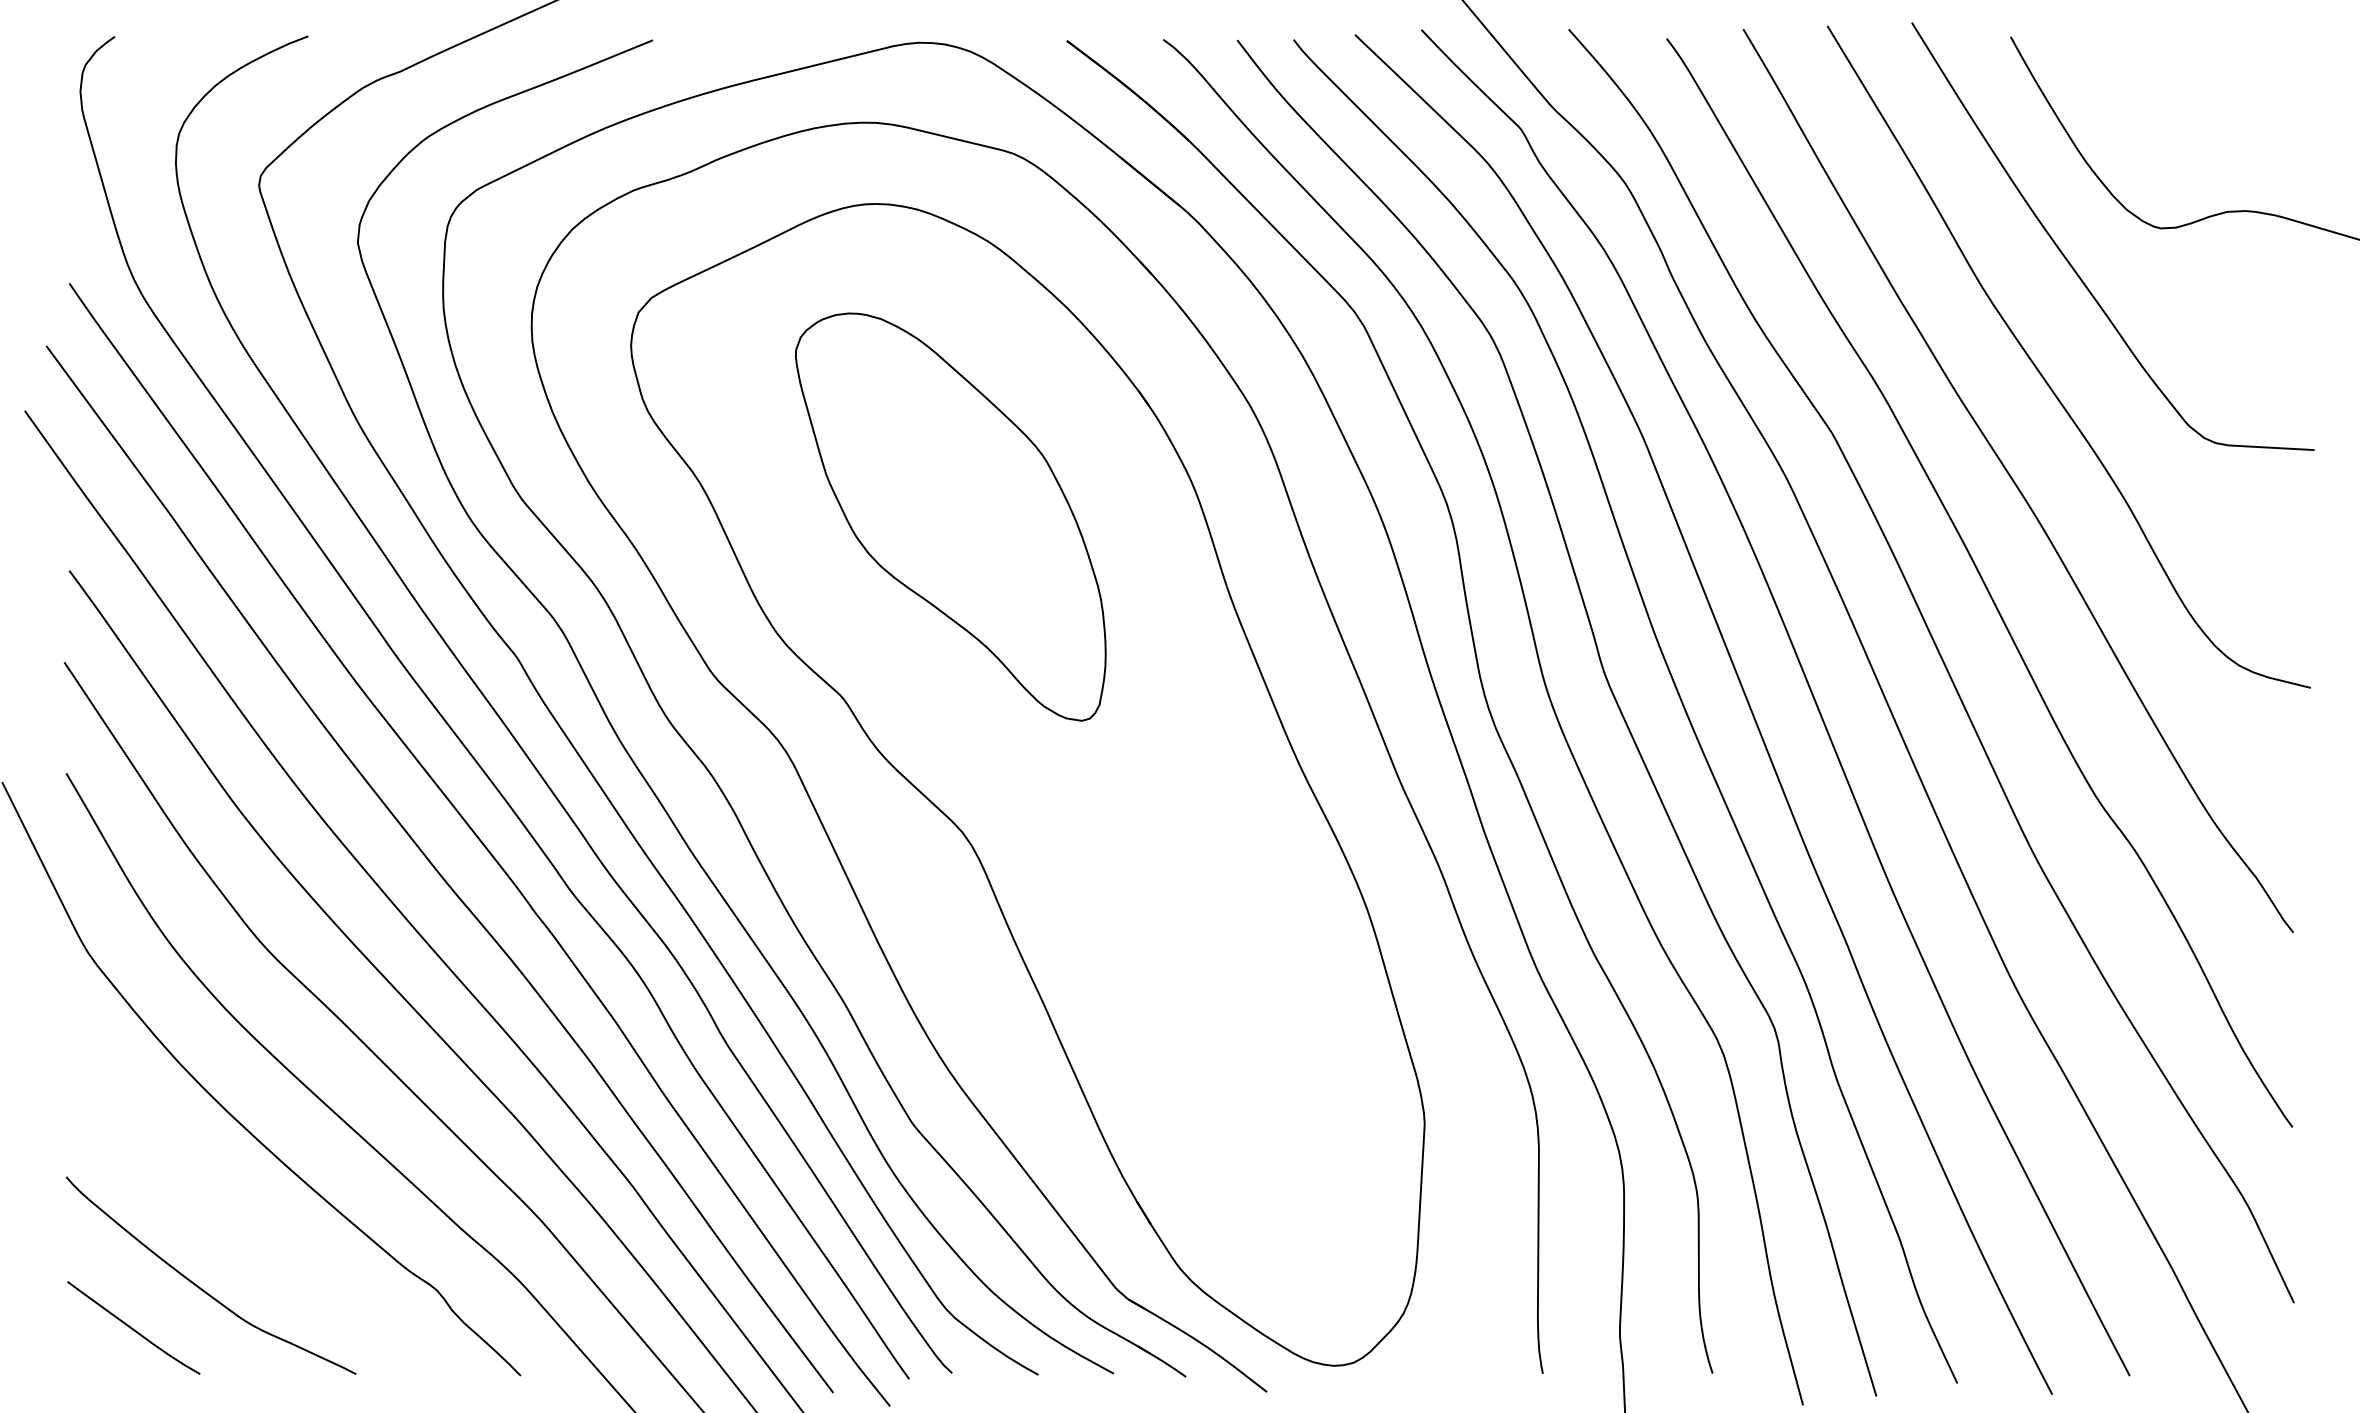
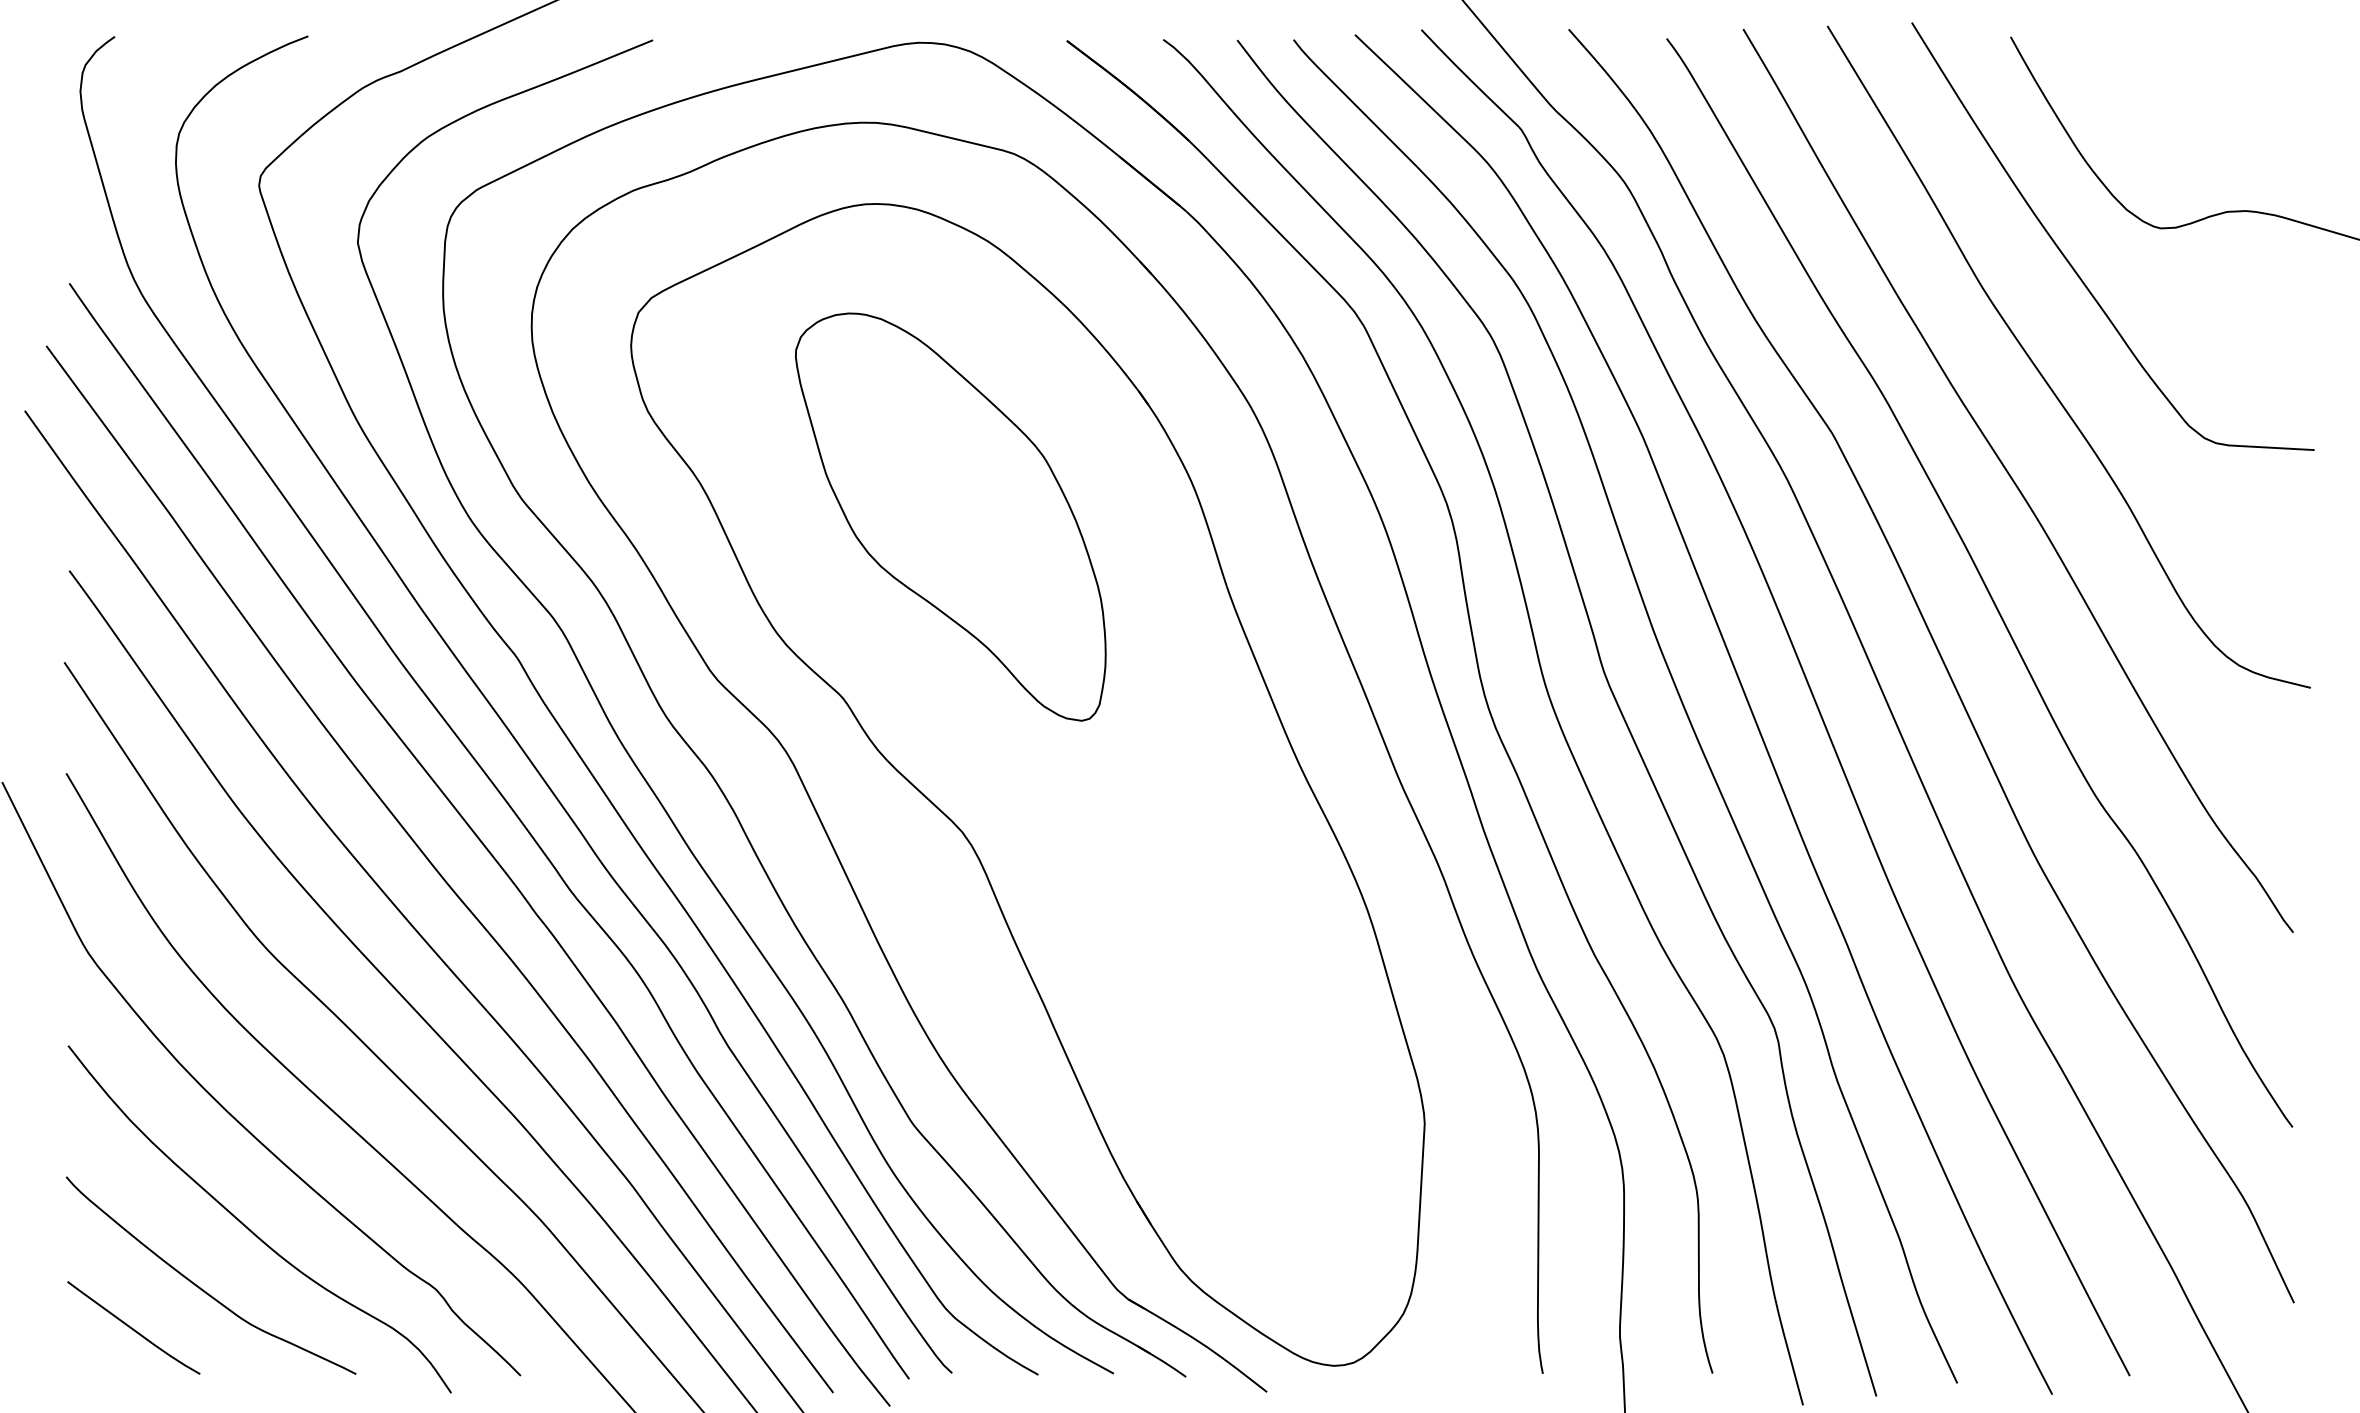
curve at (249, 1228): none -> present
